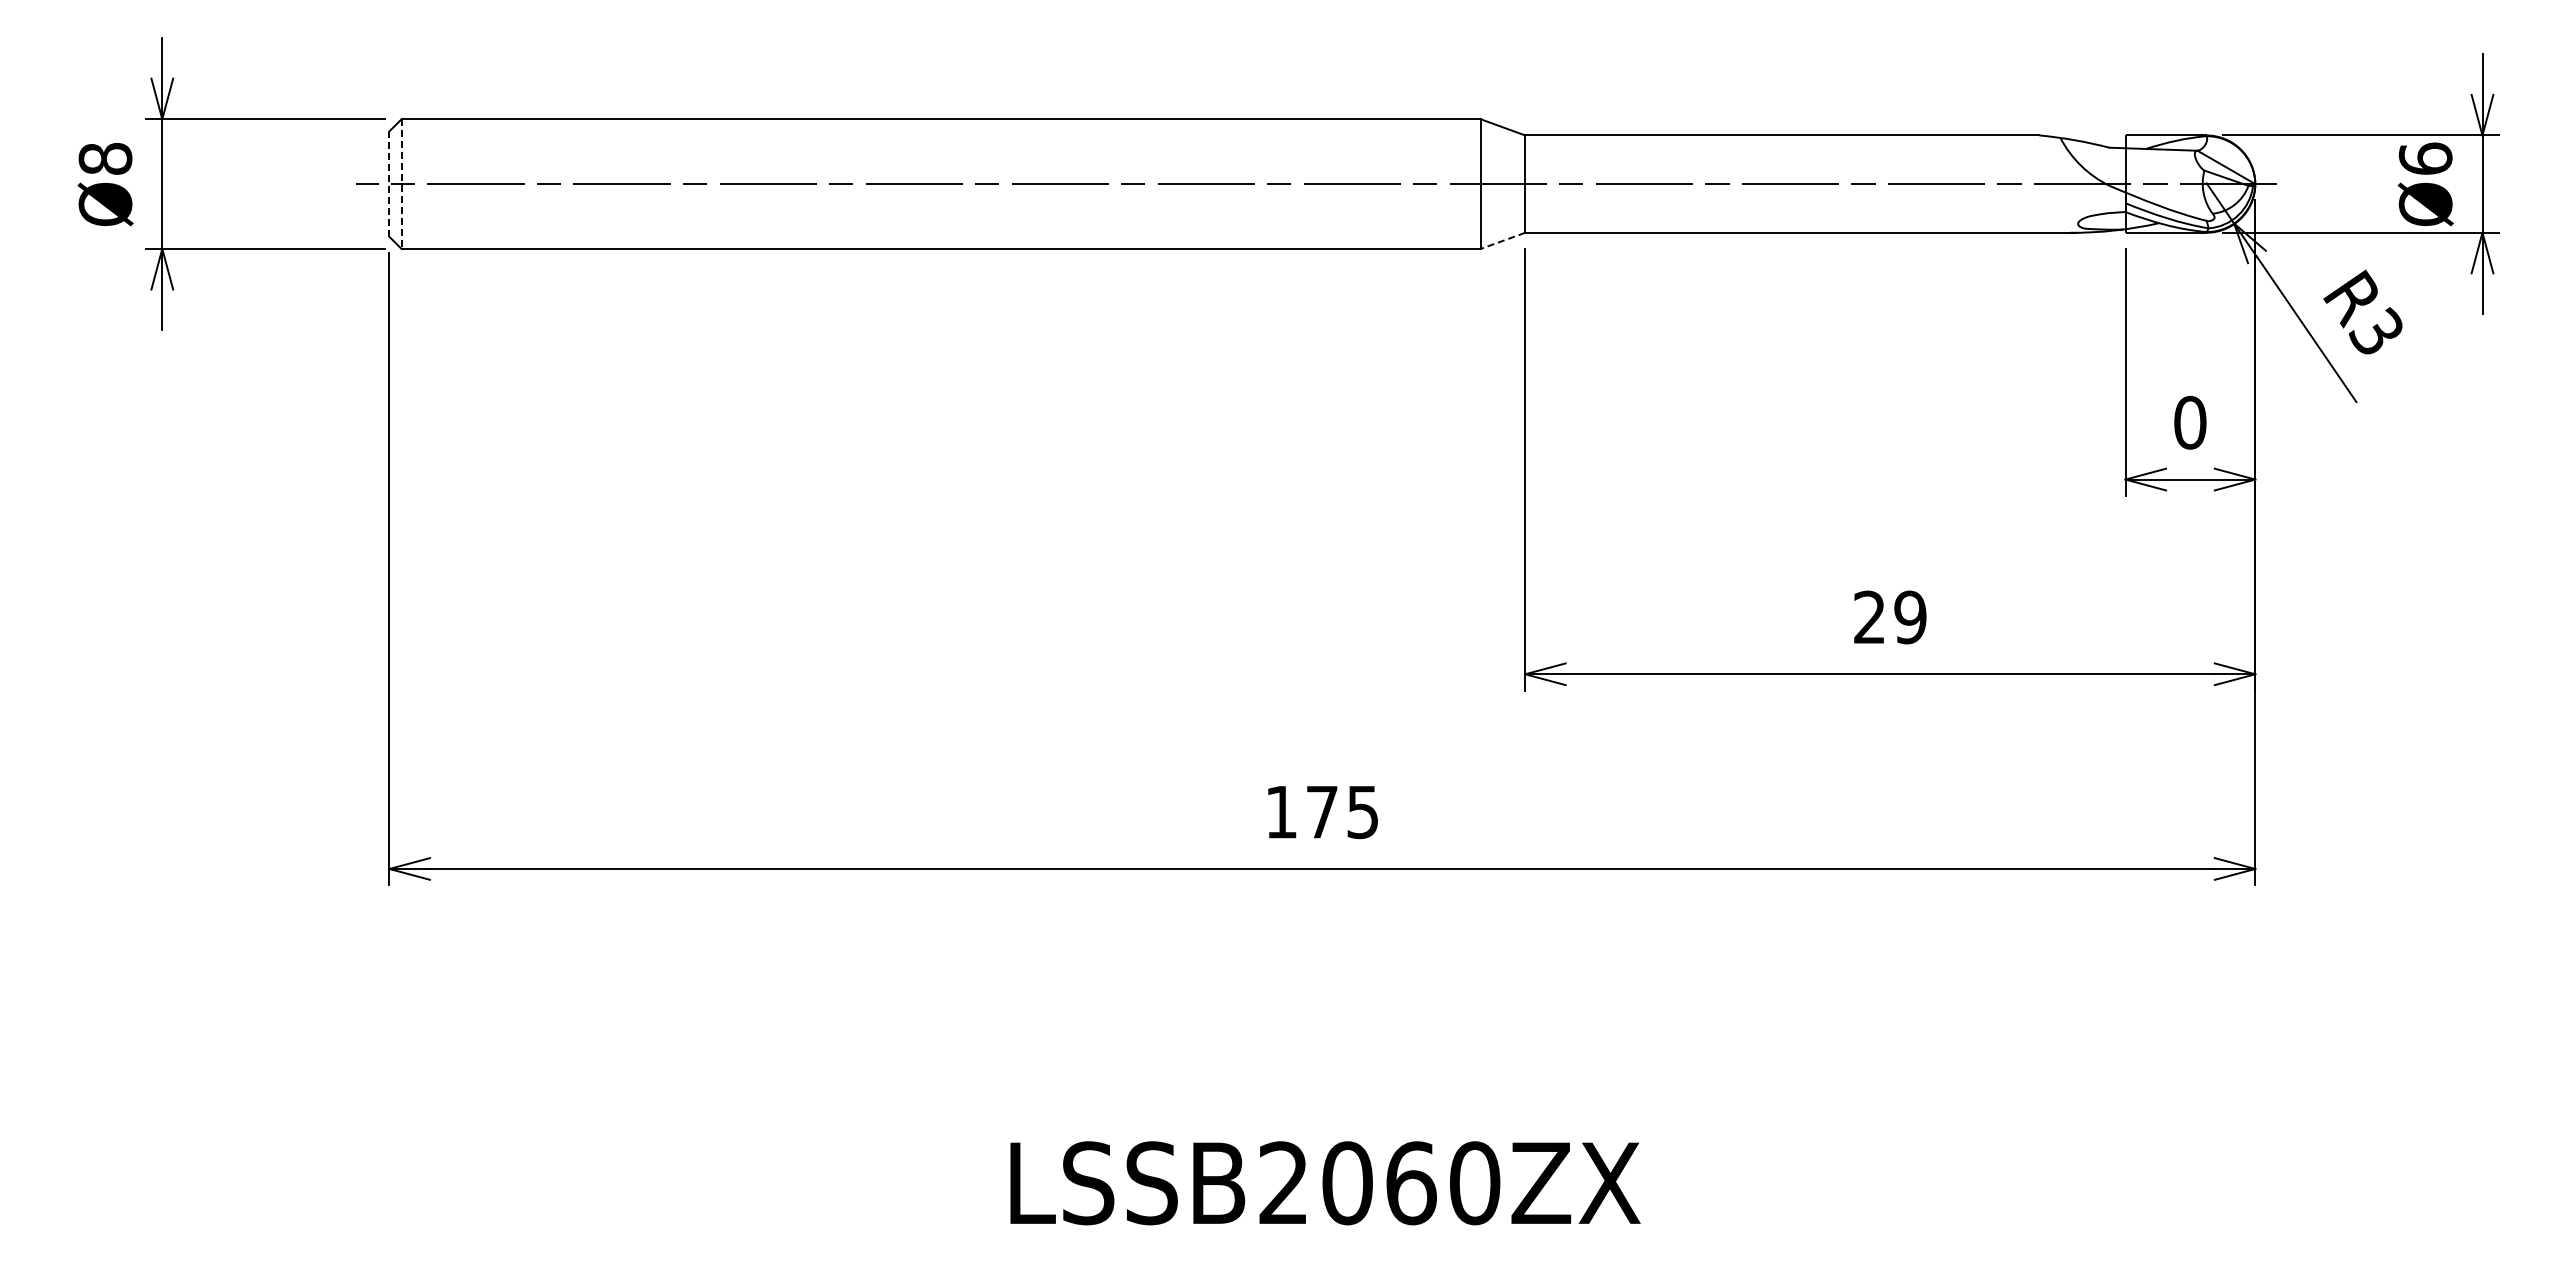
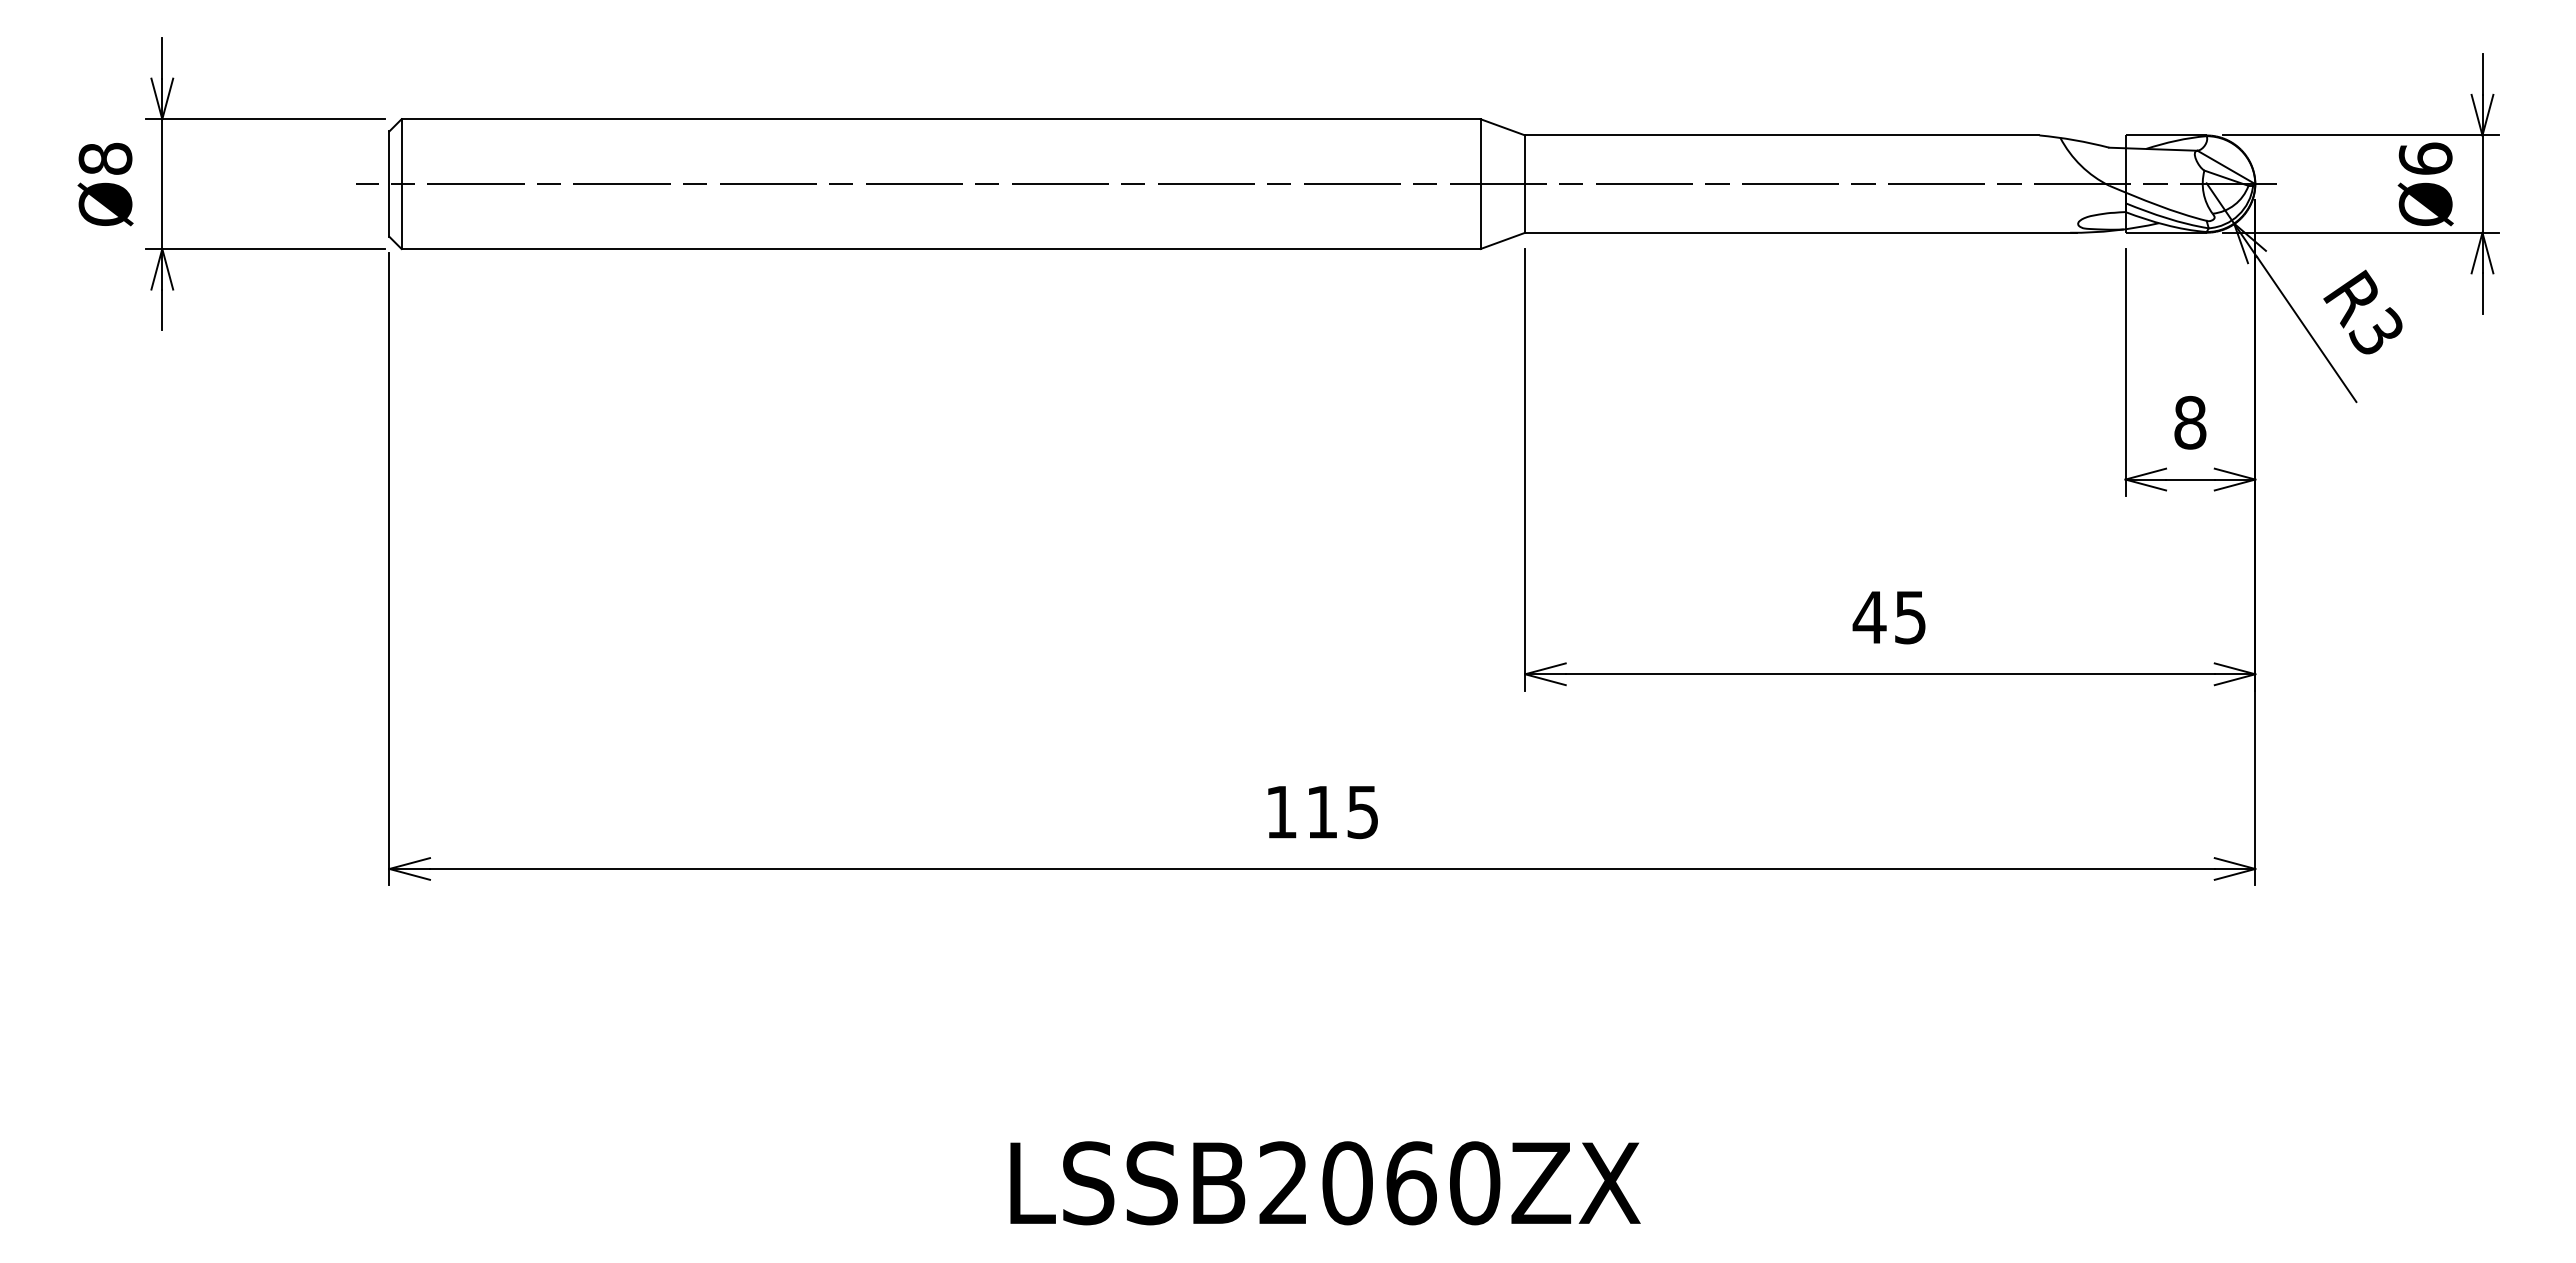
line at (389, 184): dashed -> solid
line at (401, 184): dashed -> solid
line at (1502, 240): dashed -> solid
text at (2190, 422): 0 -> 8
text at (1889, 617): 29 -> 45
text at (1322, 812): 175 -> 115
